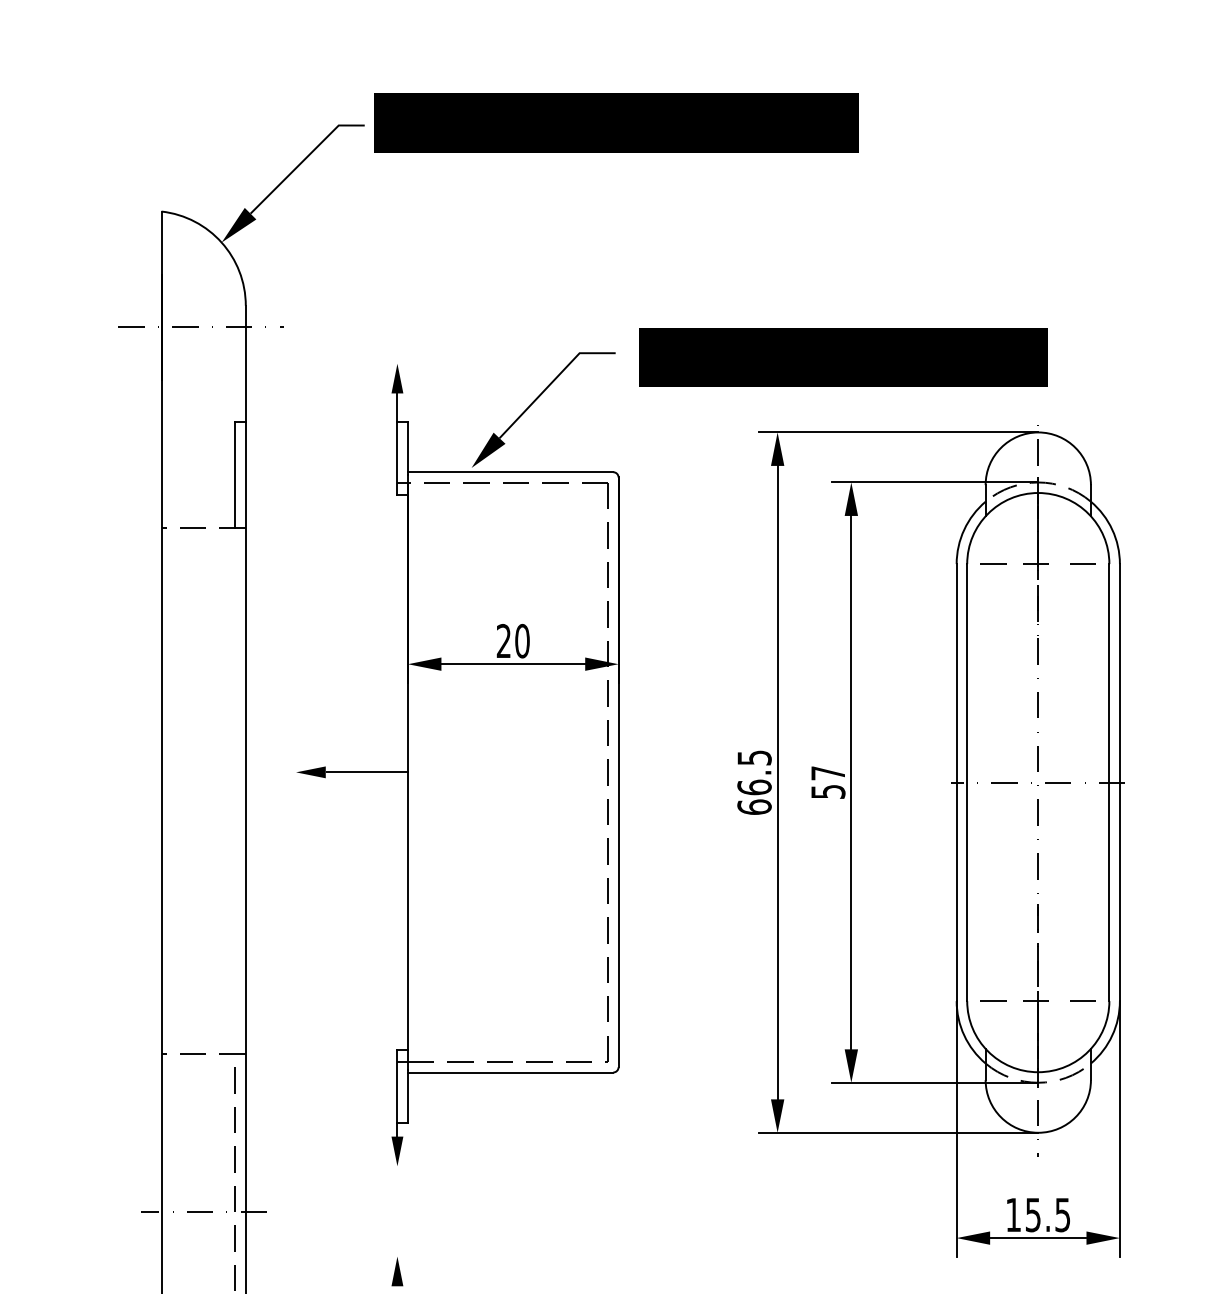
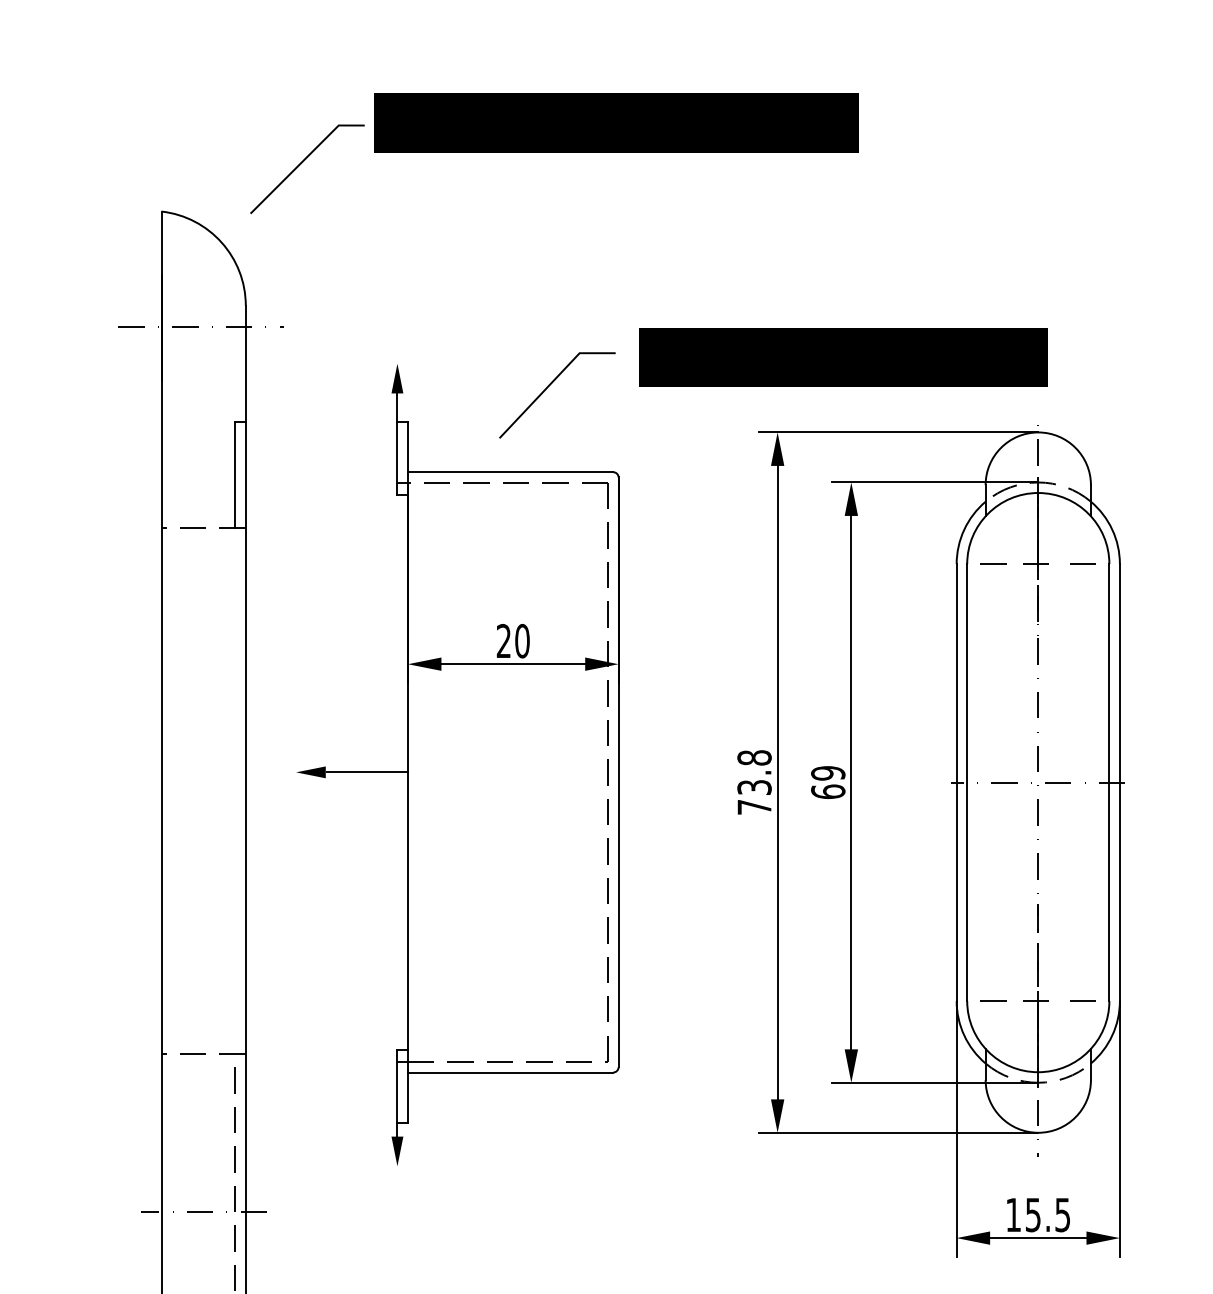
fill at (238, 224): present -> none
fill at (488, 450): present -> none
text at (754, 782): 66.5 -> 73.8
text at (828, 782): 57 -> 69
part at (397, 1271): present -> none
